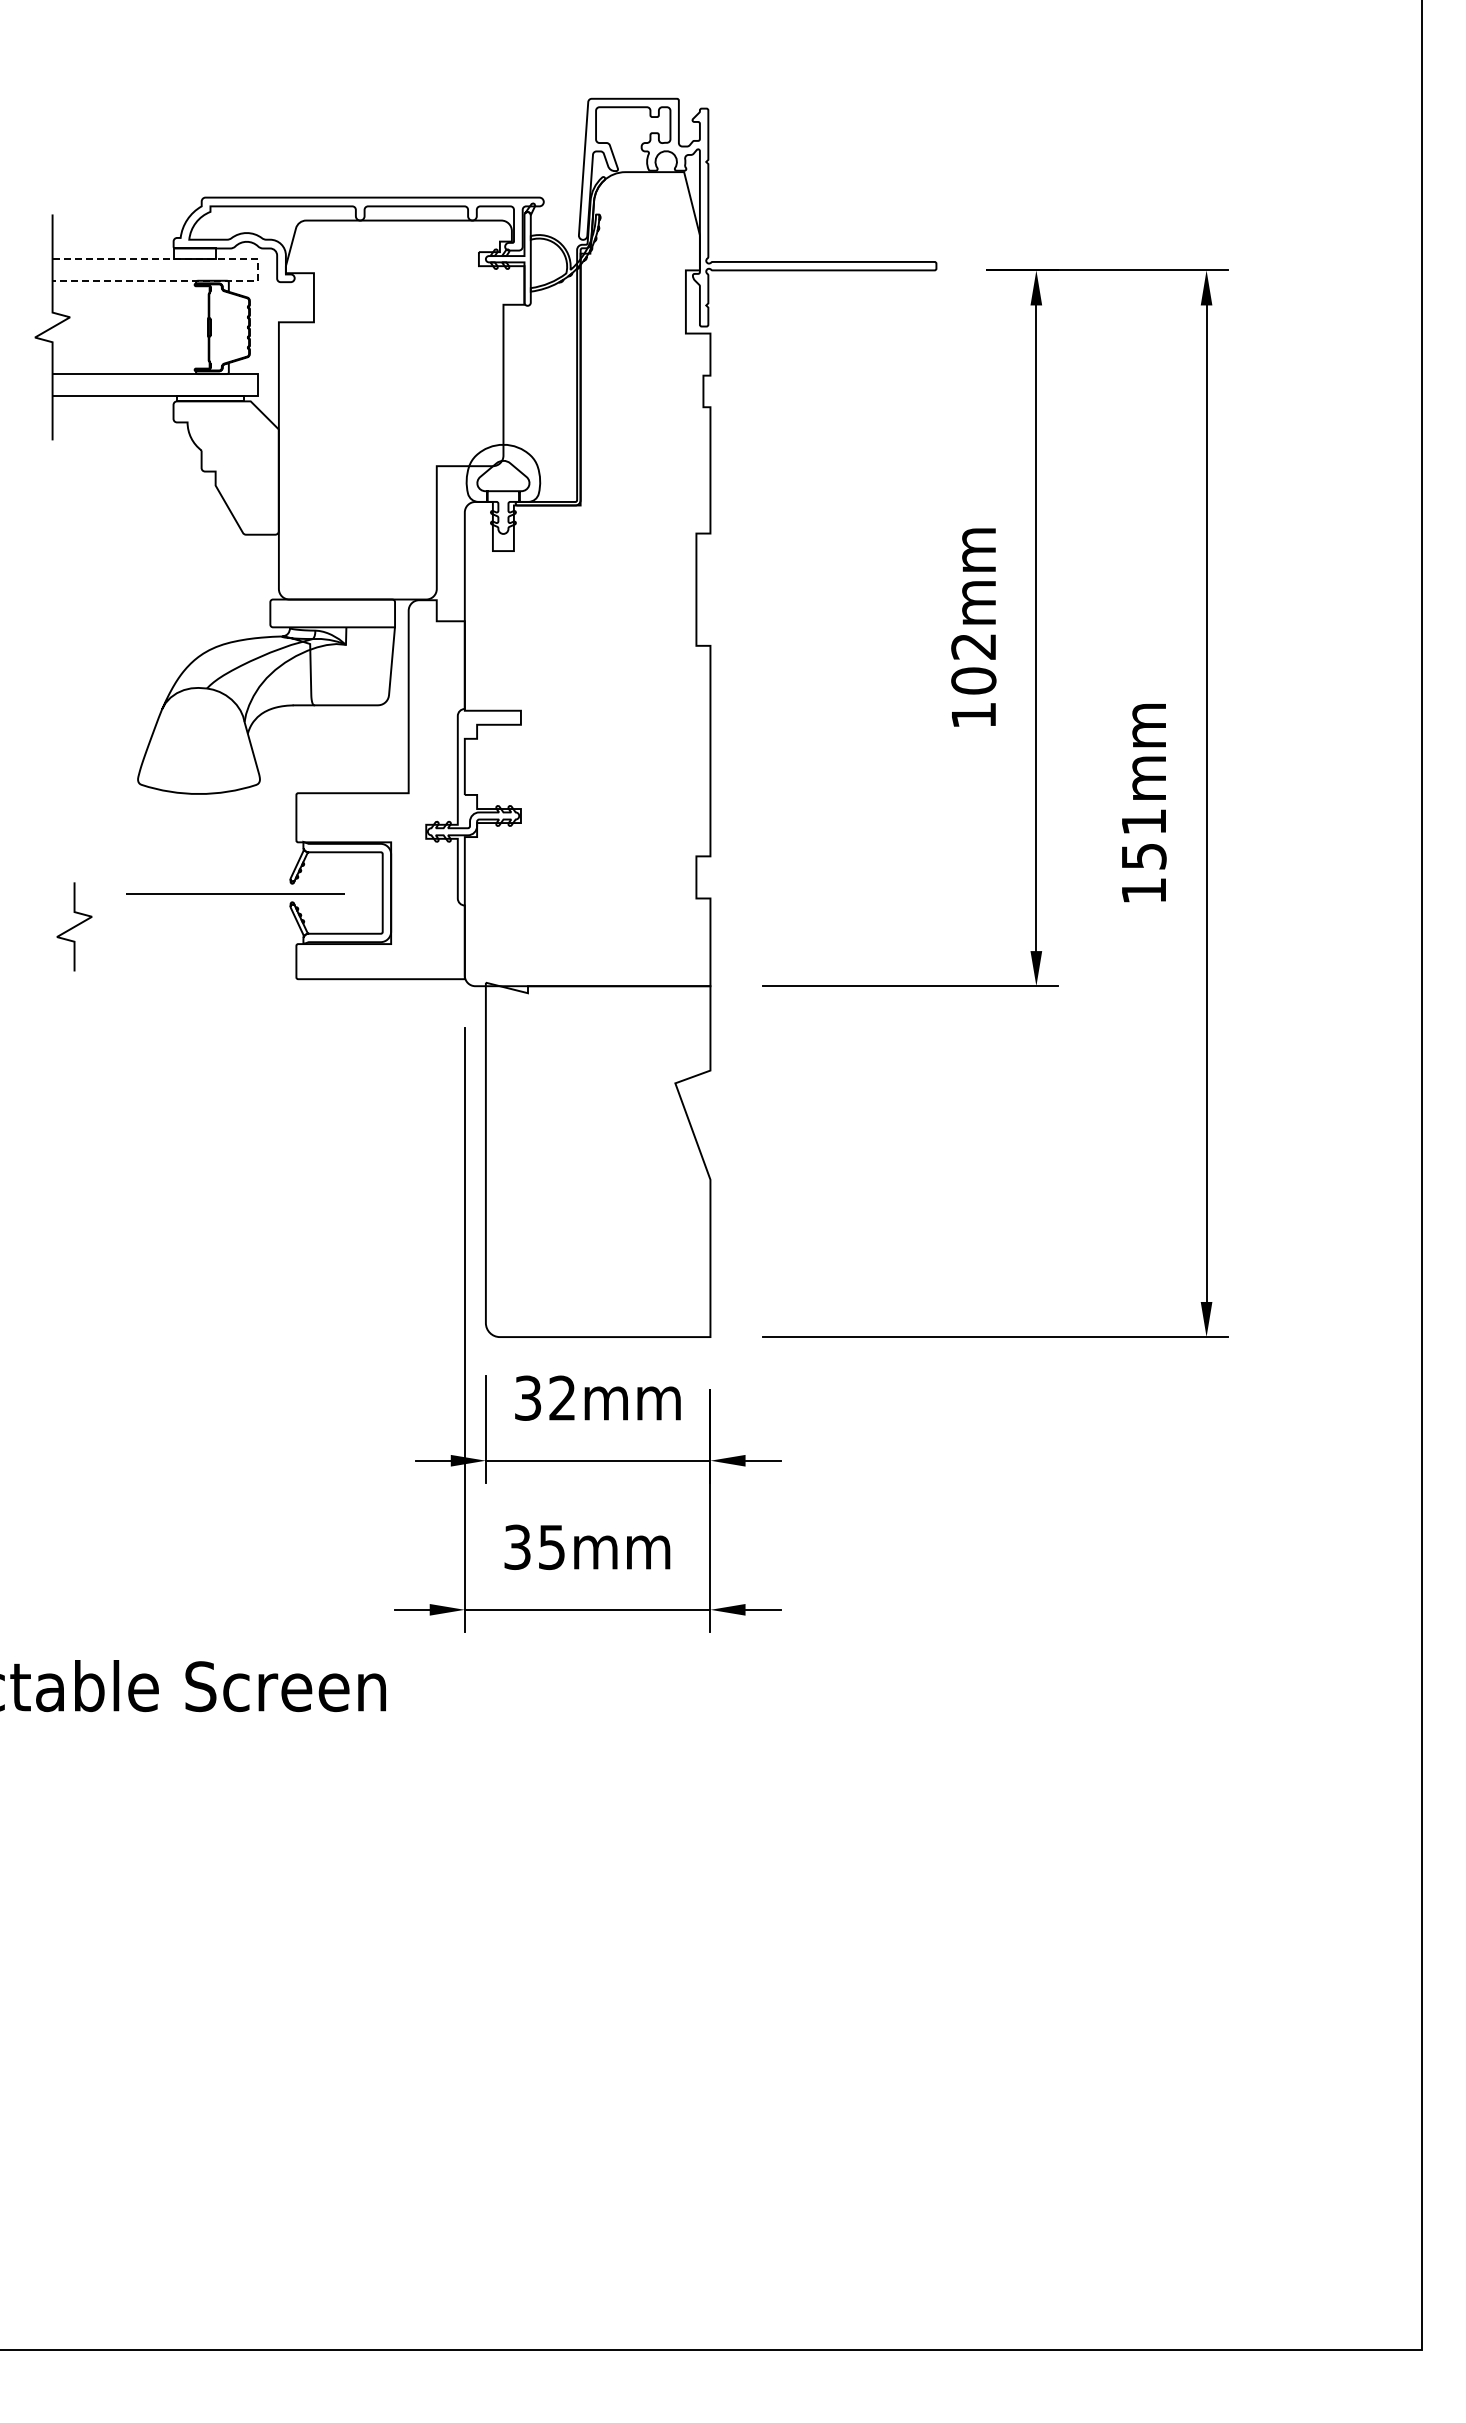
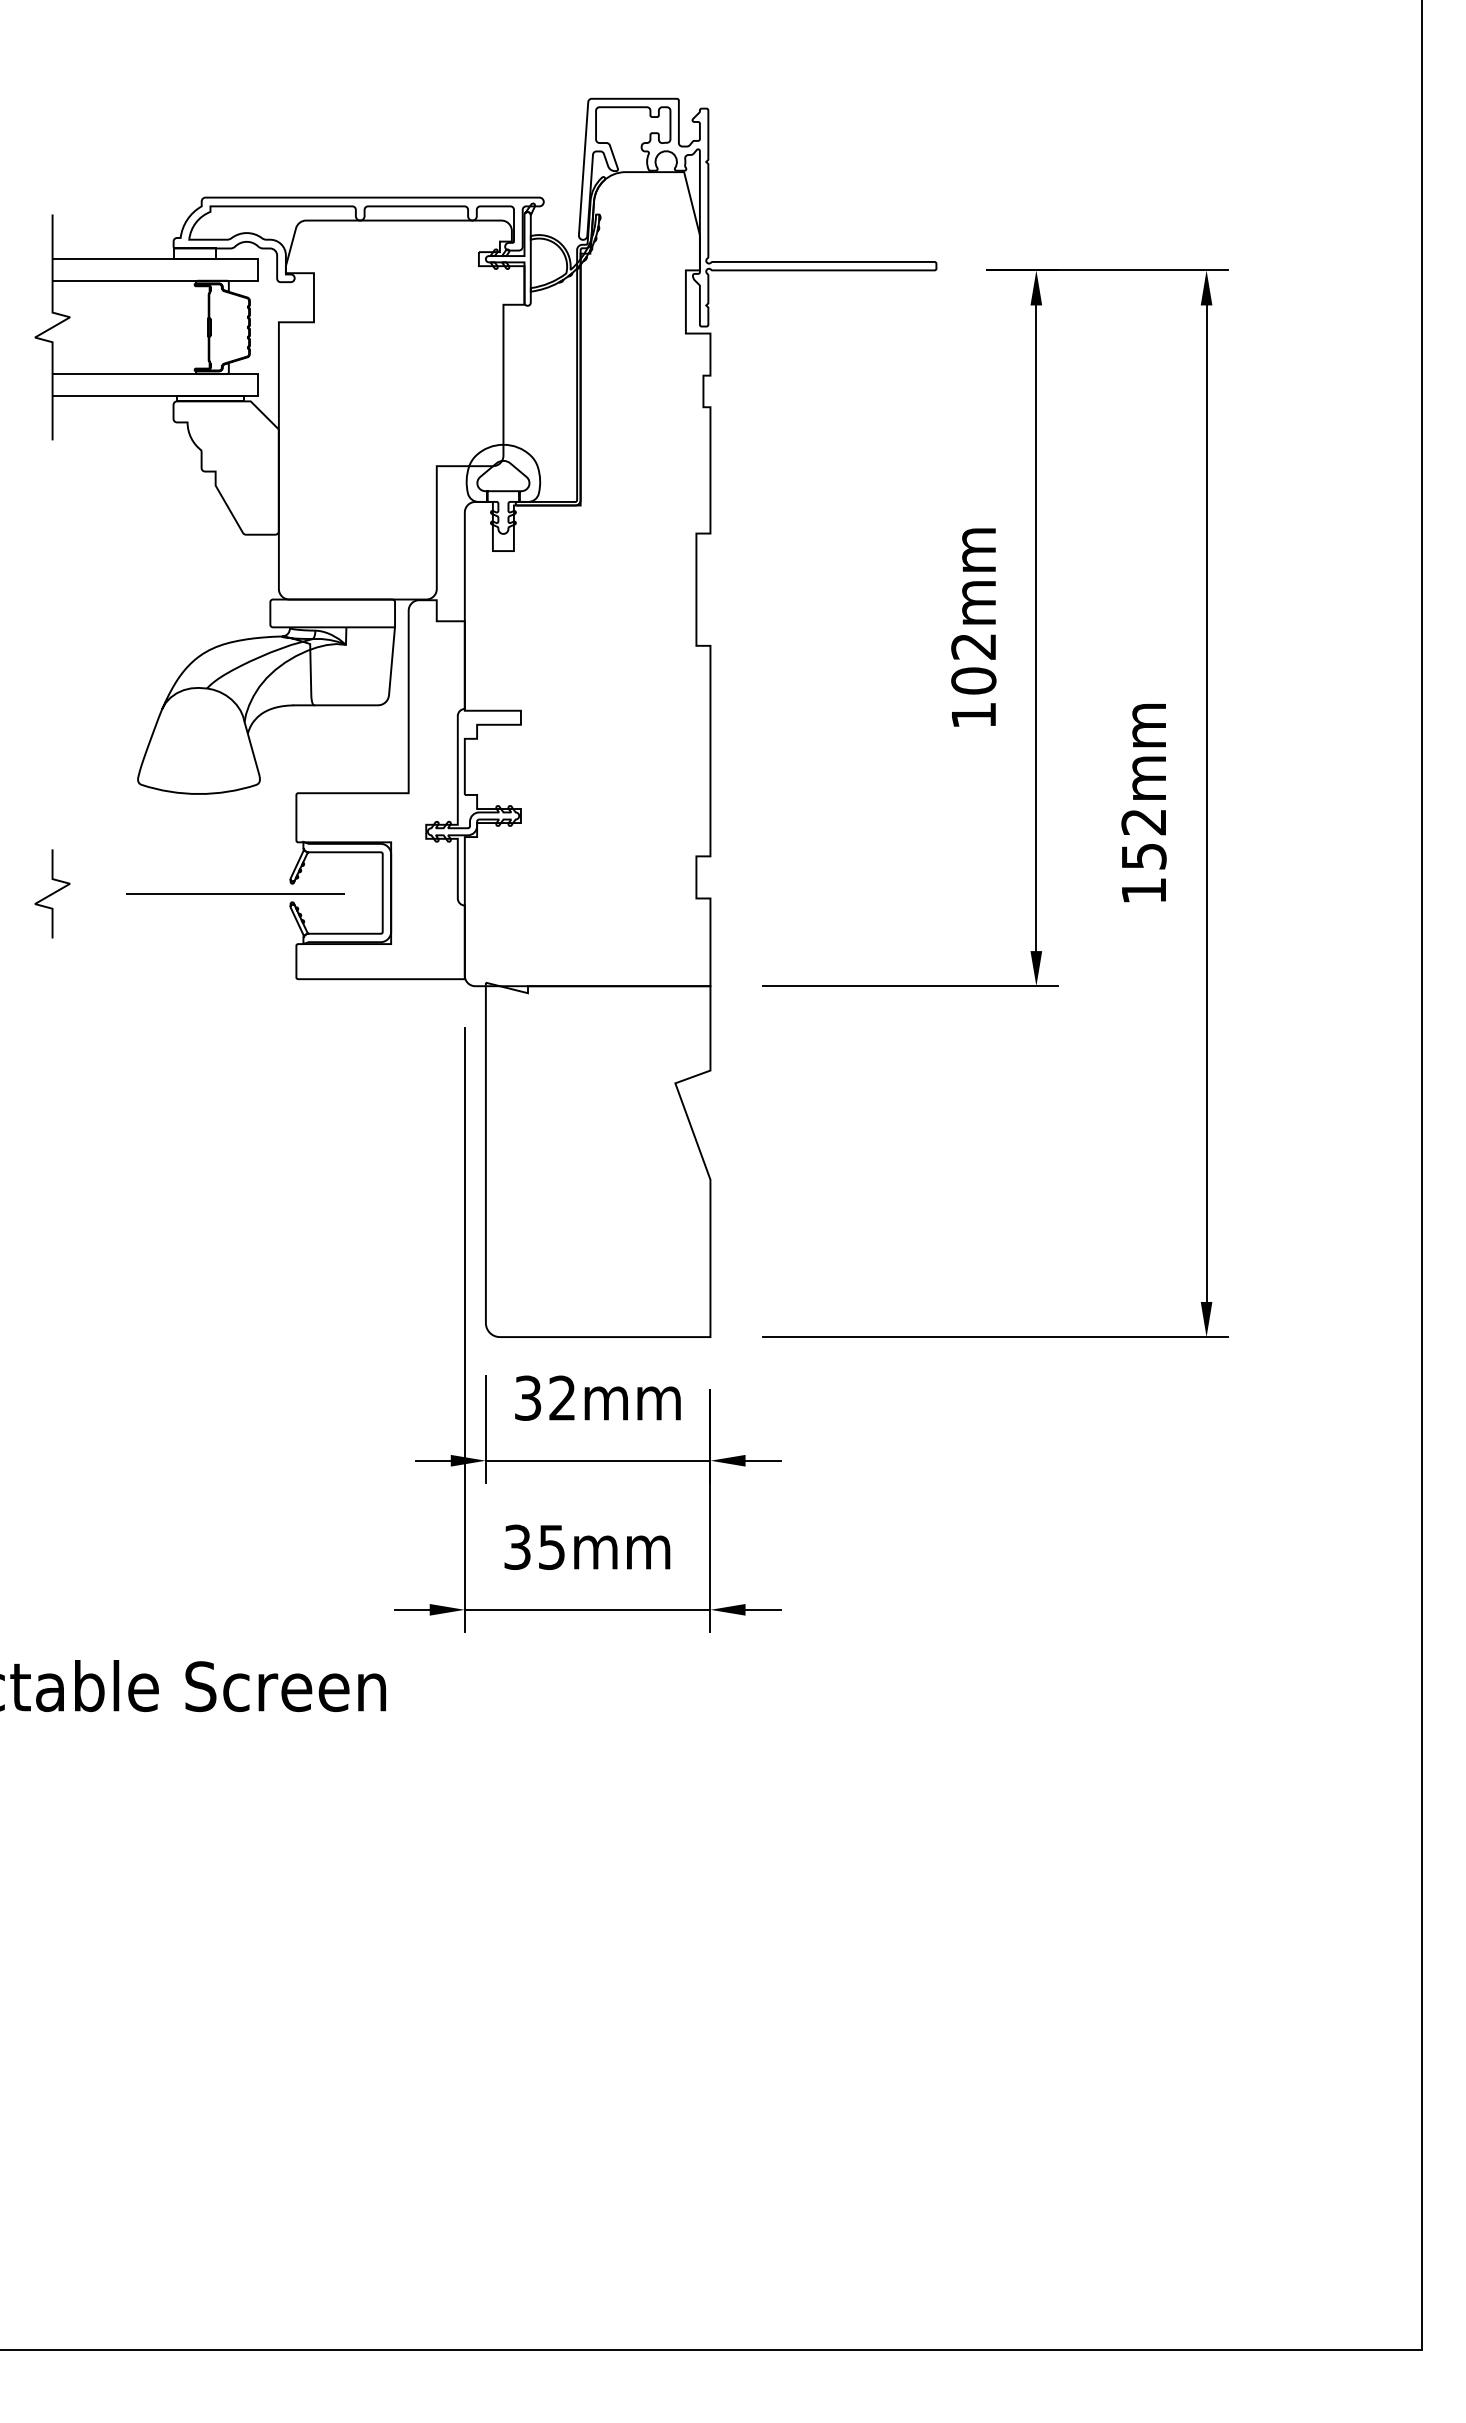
line at (257, 269): dashed -> solid
text at (1143, 822): 151mm -> 152mm
curve at (74, 926) position: (74, 926) -> (52, 893)
